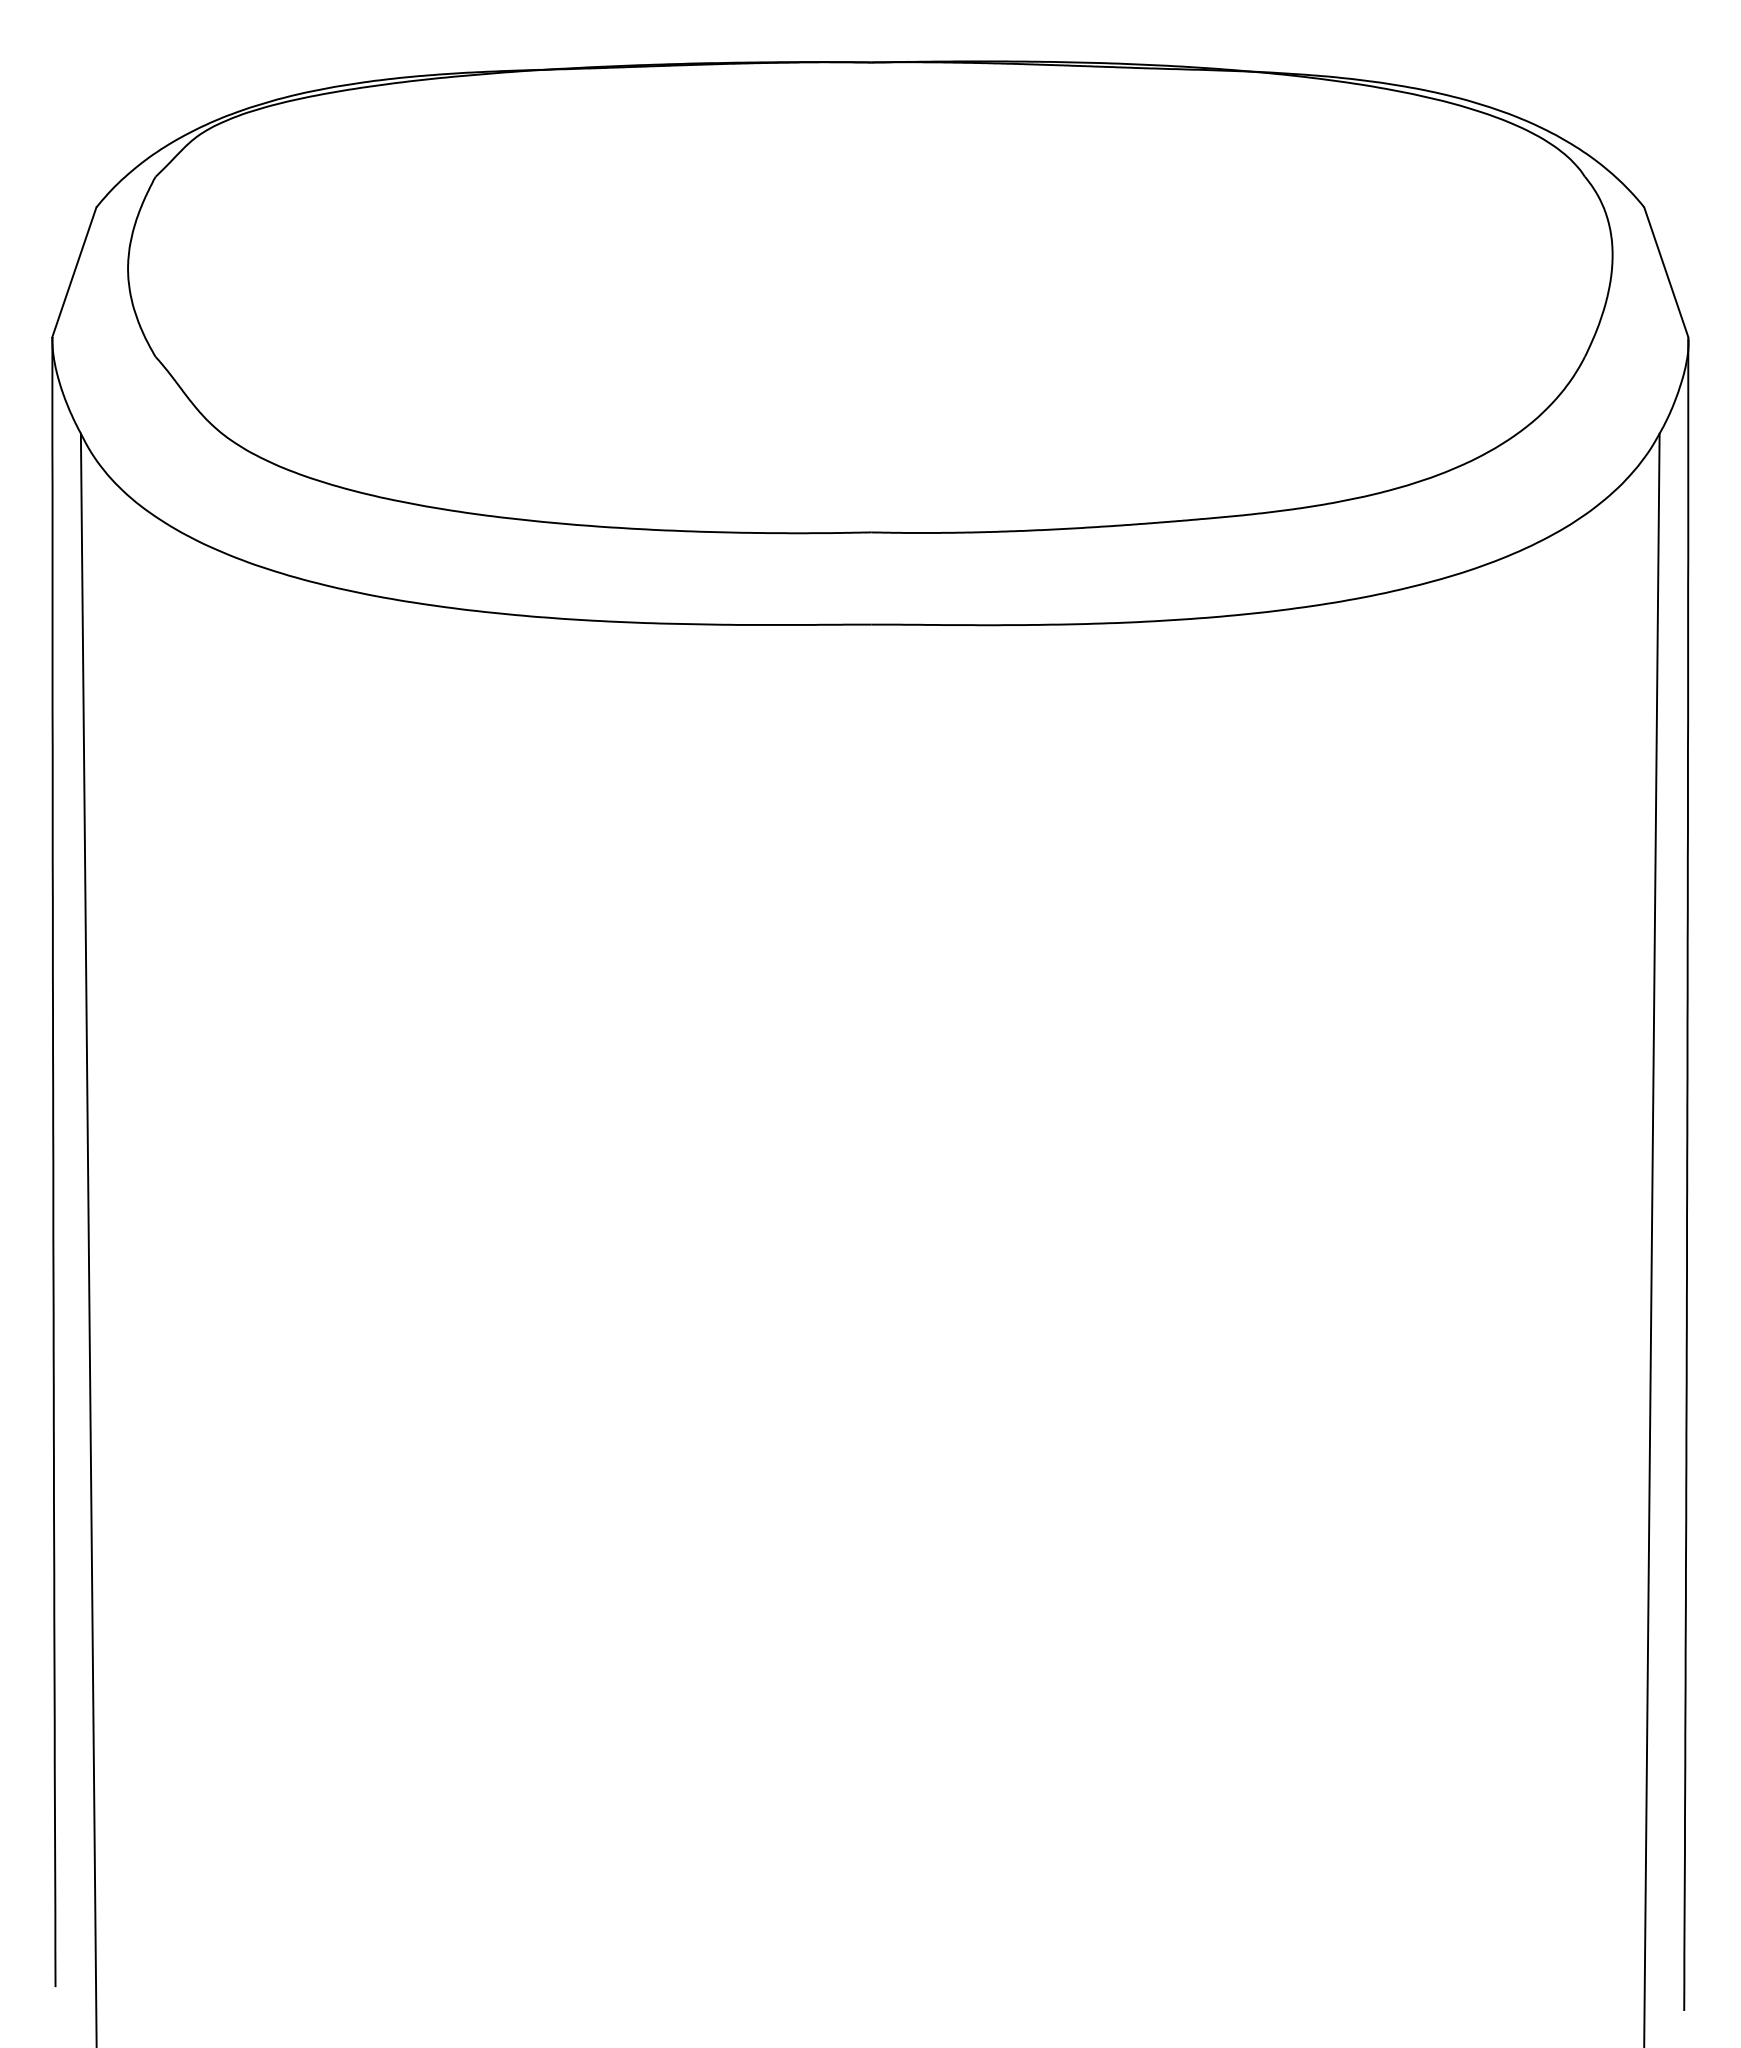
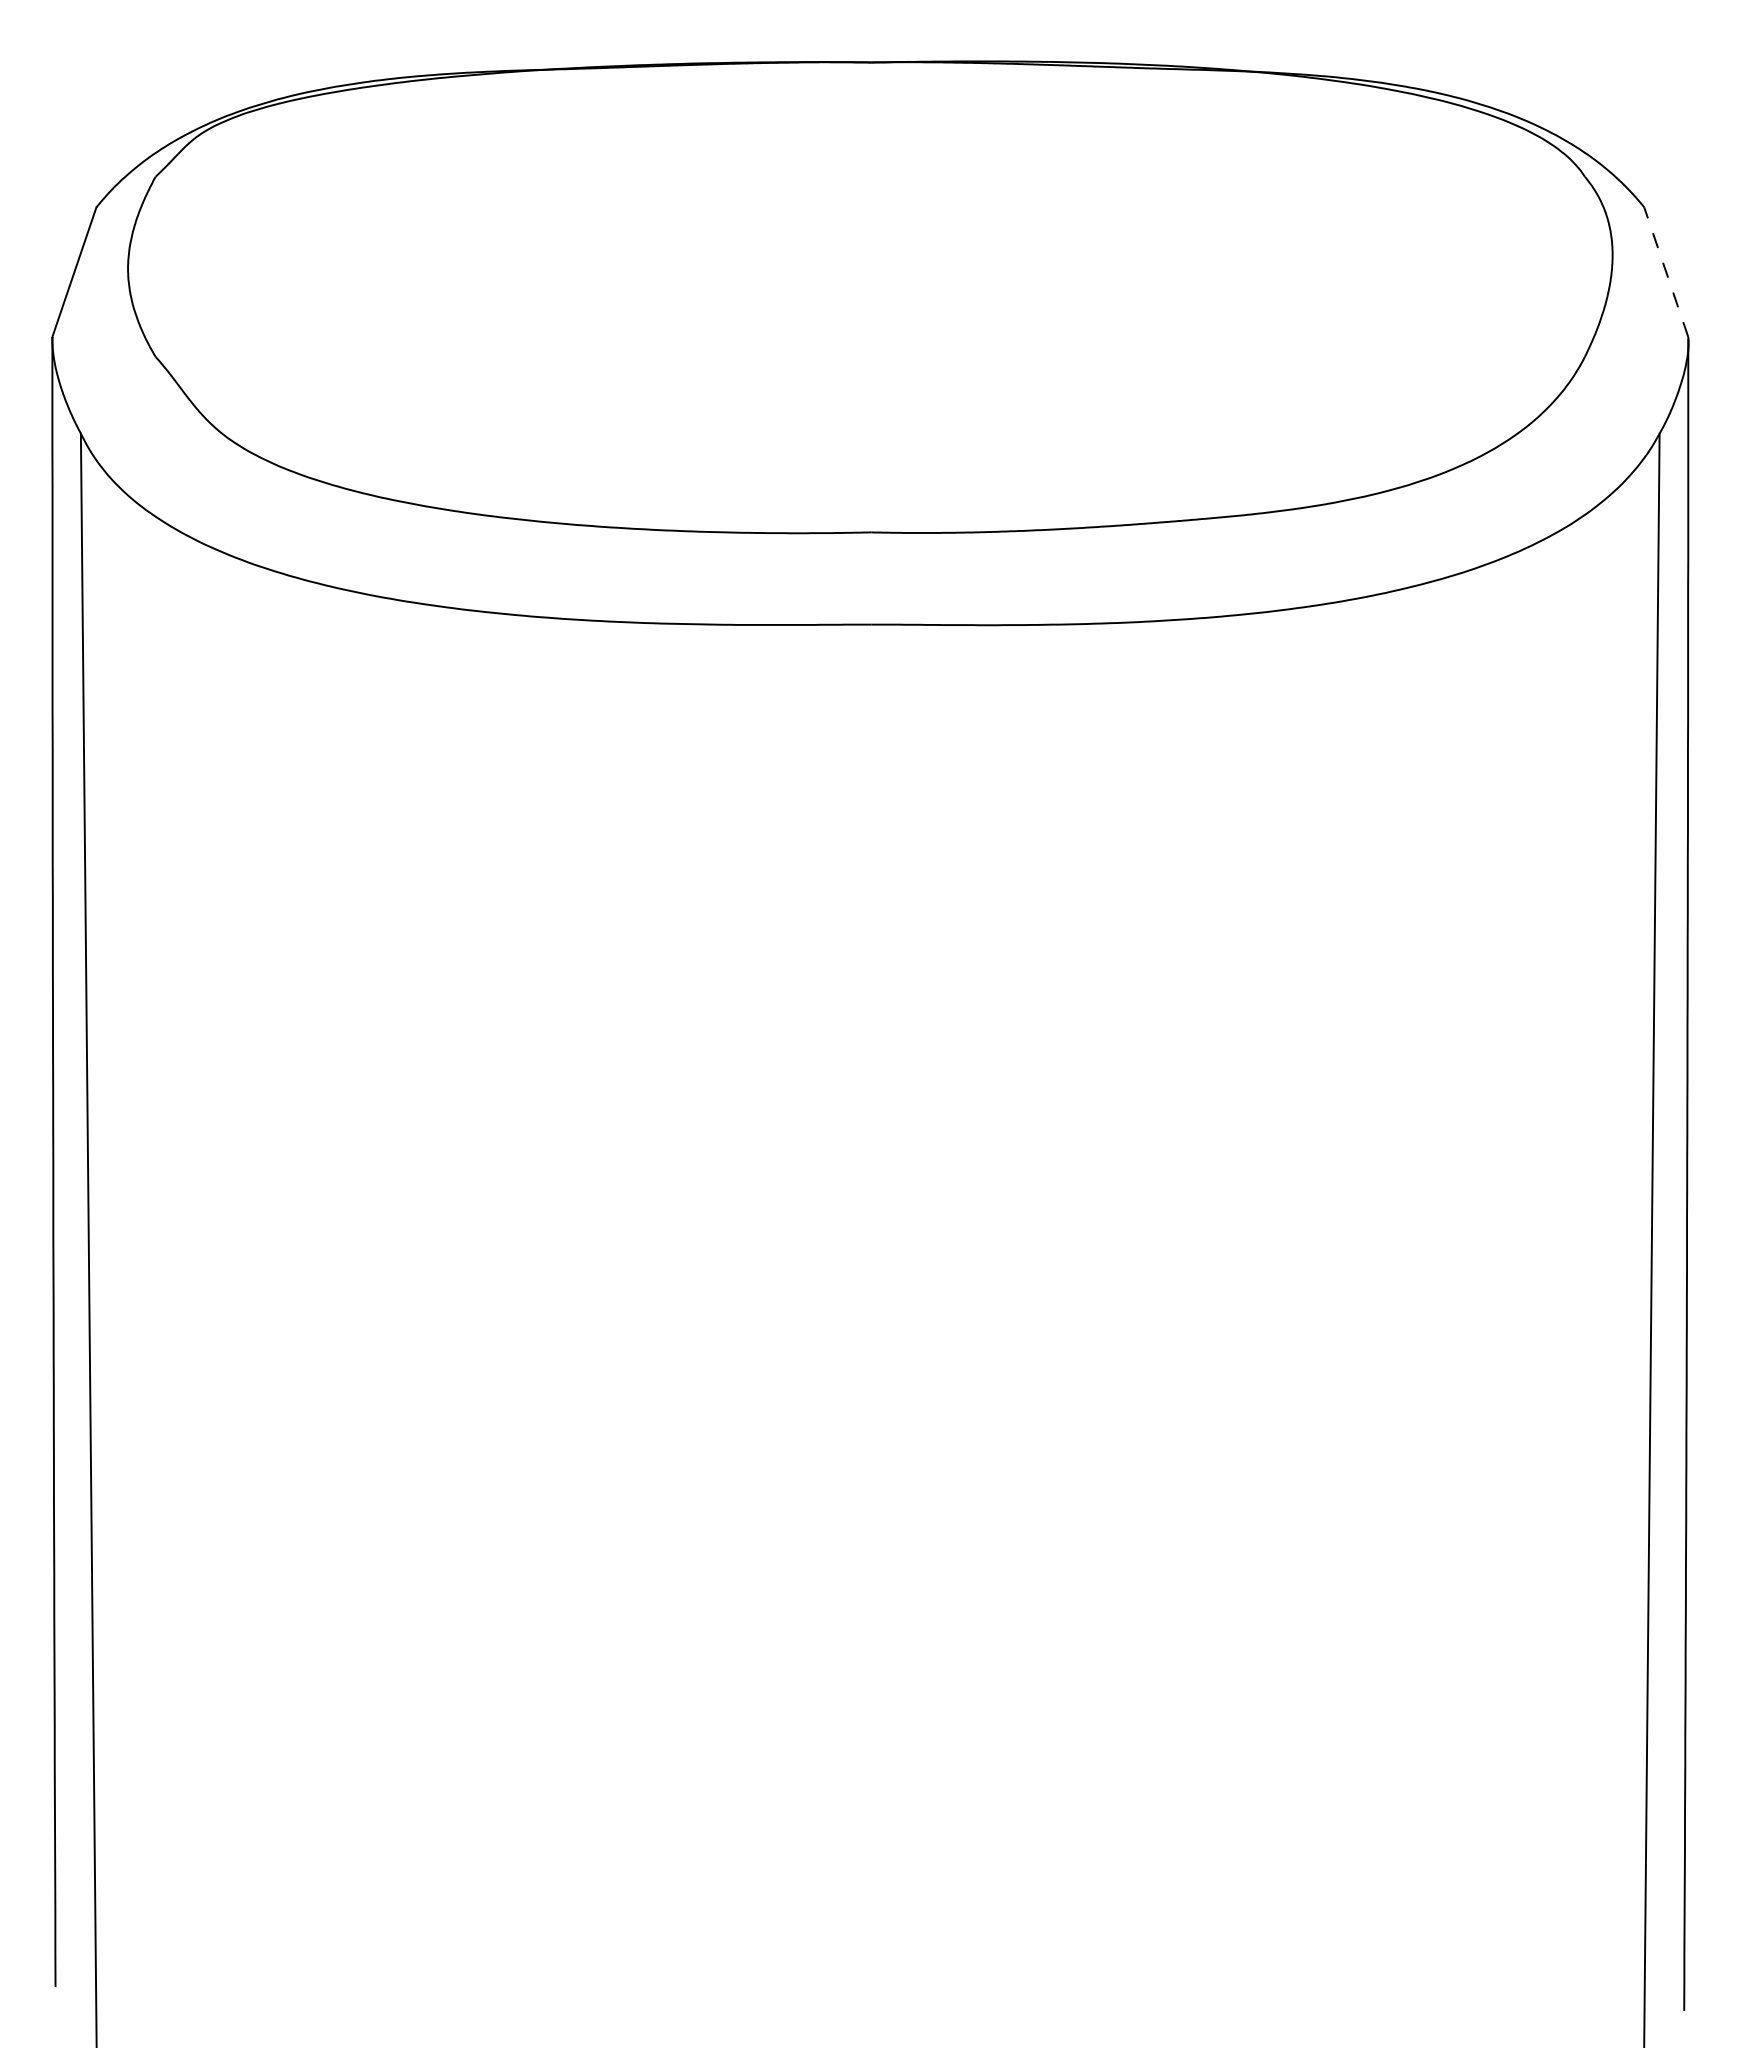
line at (1666, 271): solid -> dashed
